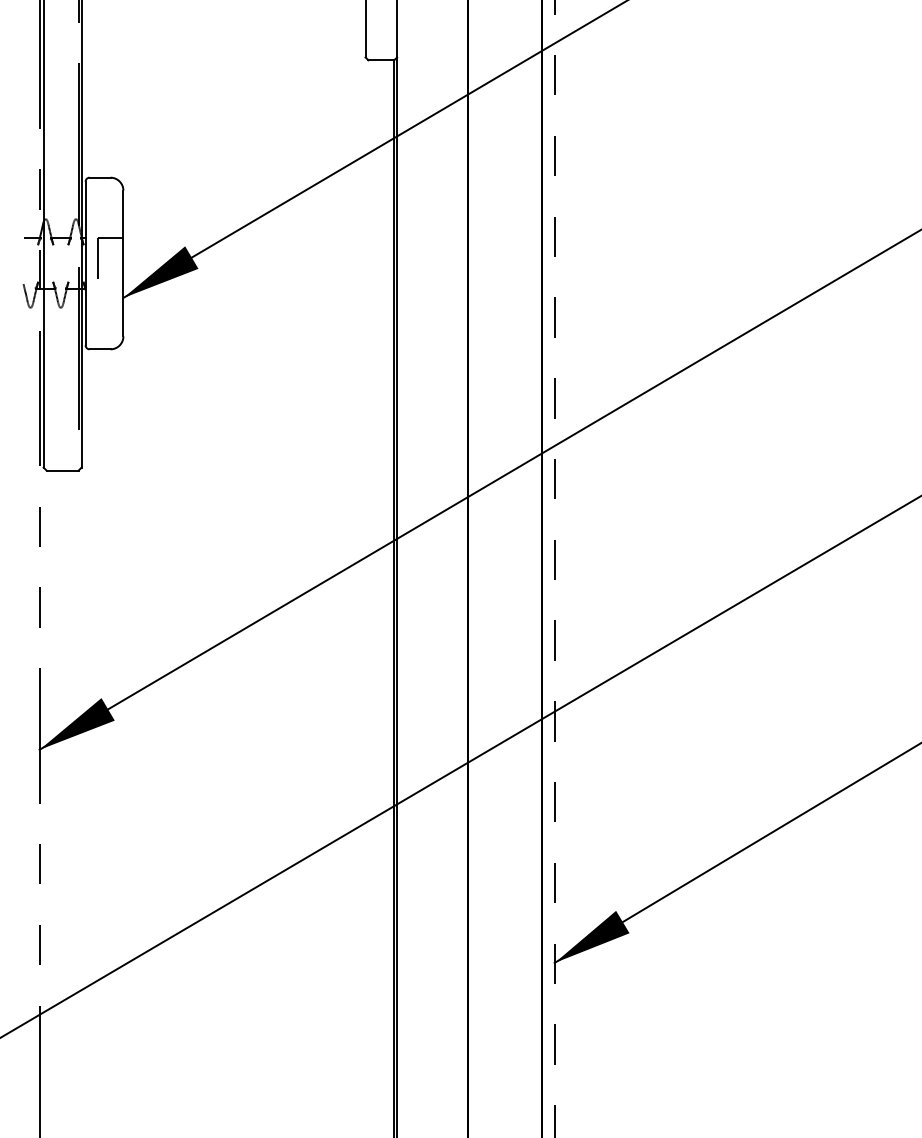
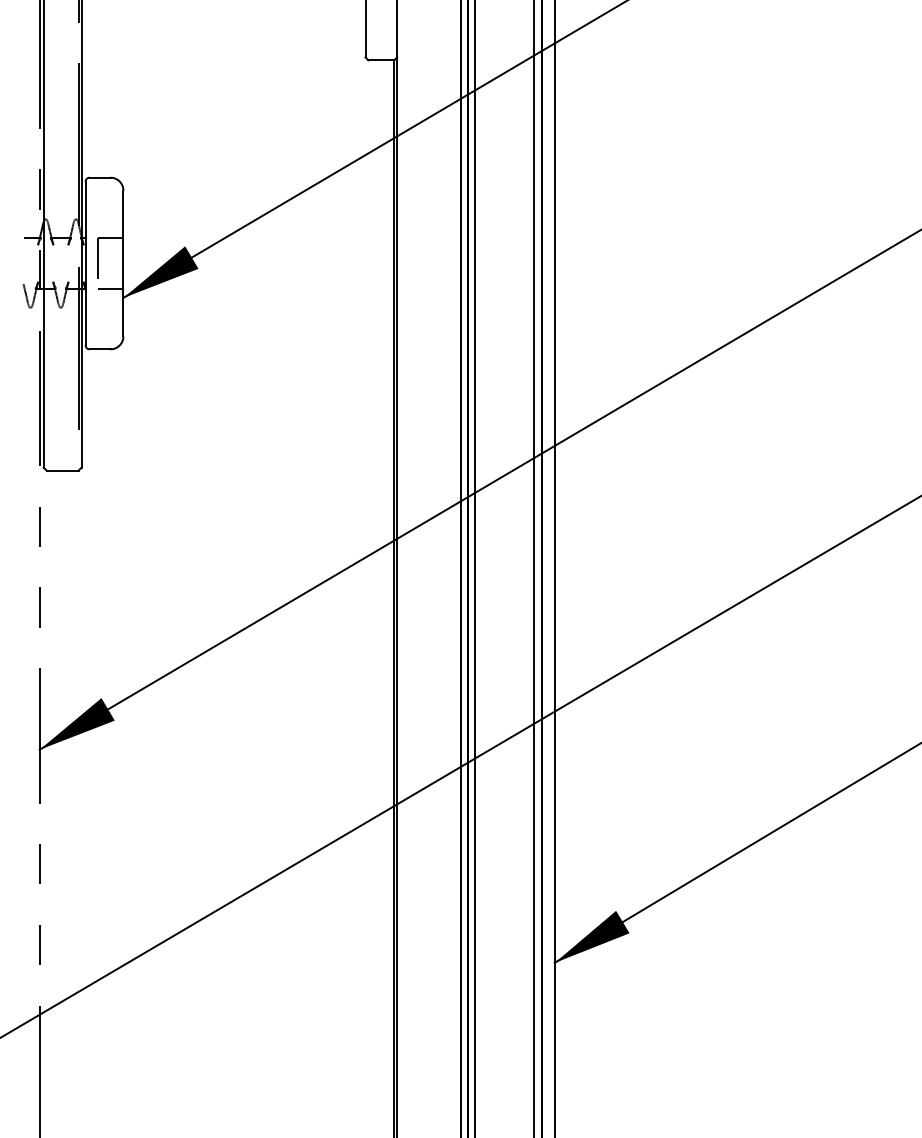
line at (110, 288): none -> present
line at (460, 568): none -> present
line at (475, 568): none -> present
line at (534, 568): none -> present
line at (554, 568): dashed -> solid
